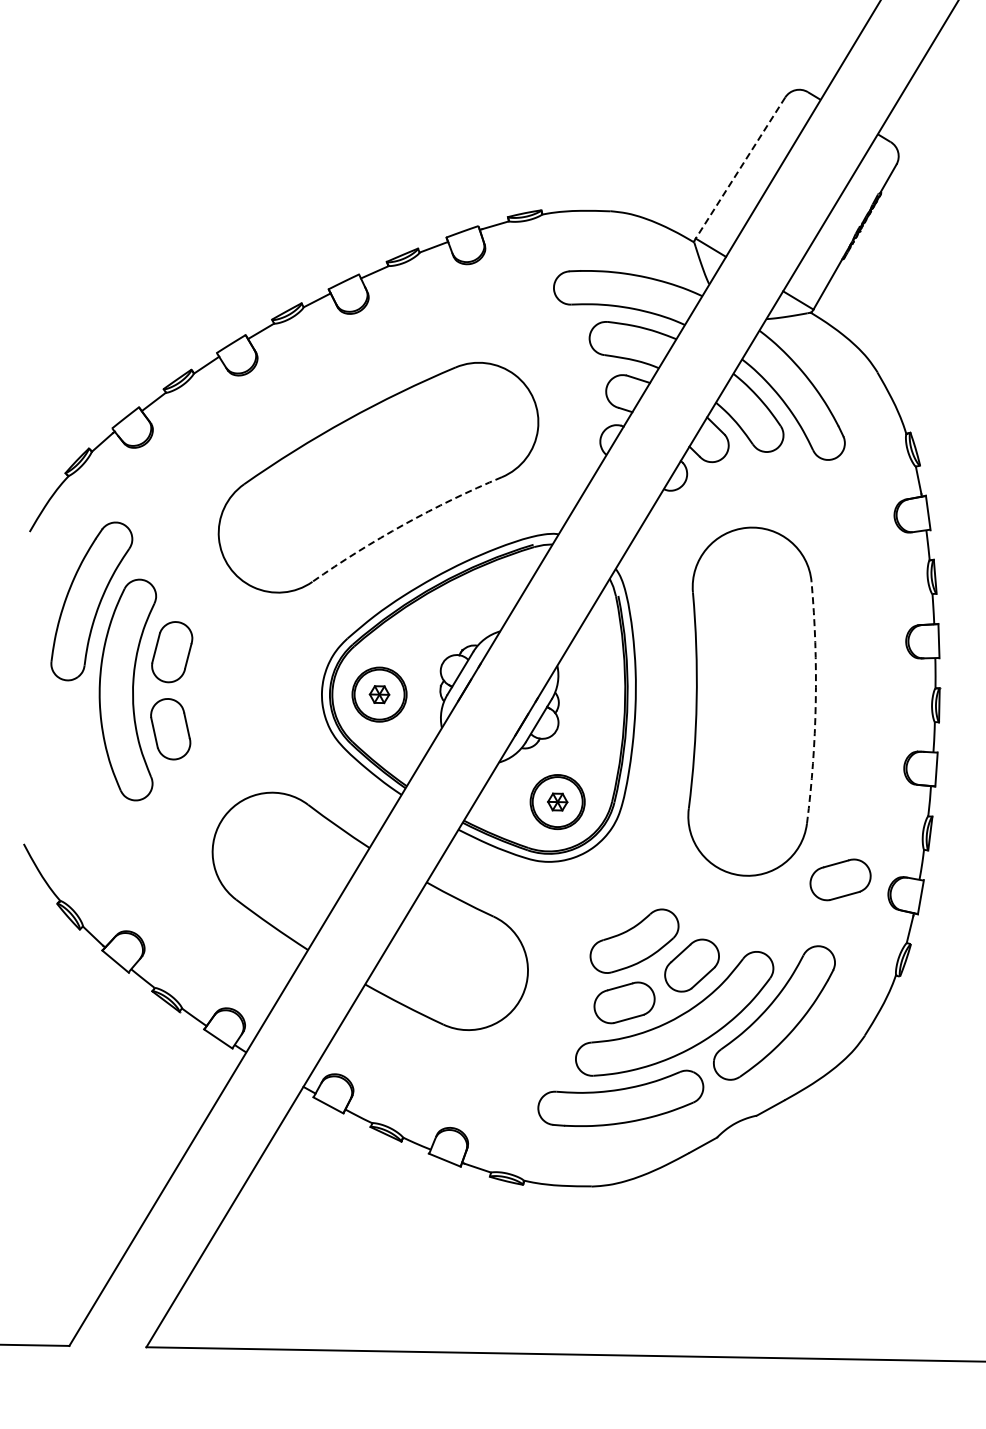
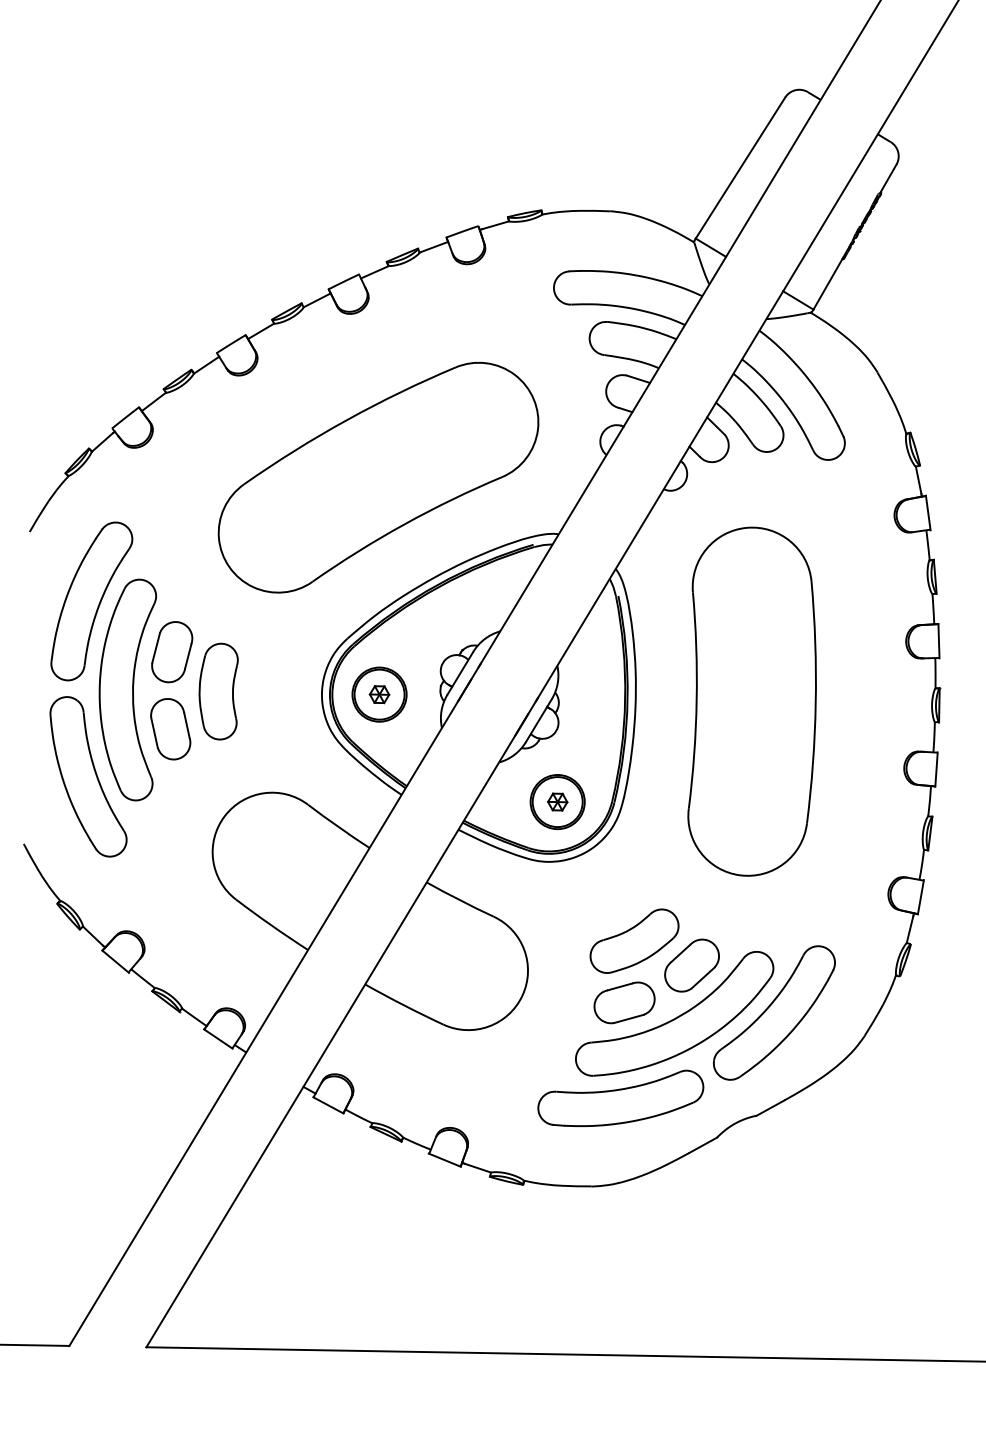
line at (740, 168): dashed -> solid
arc at (404, 524): dashed -> solid
part at (218, 691): none -> present
arc at (815, 702): dashed -> solid
part at (88, 776): none -> present
part at (840, 879): present -> none
